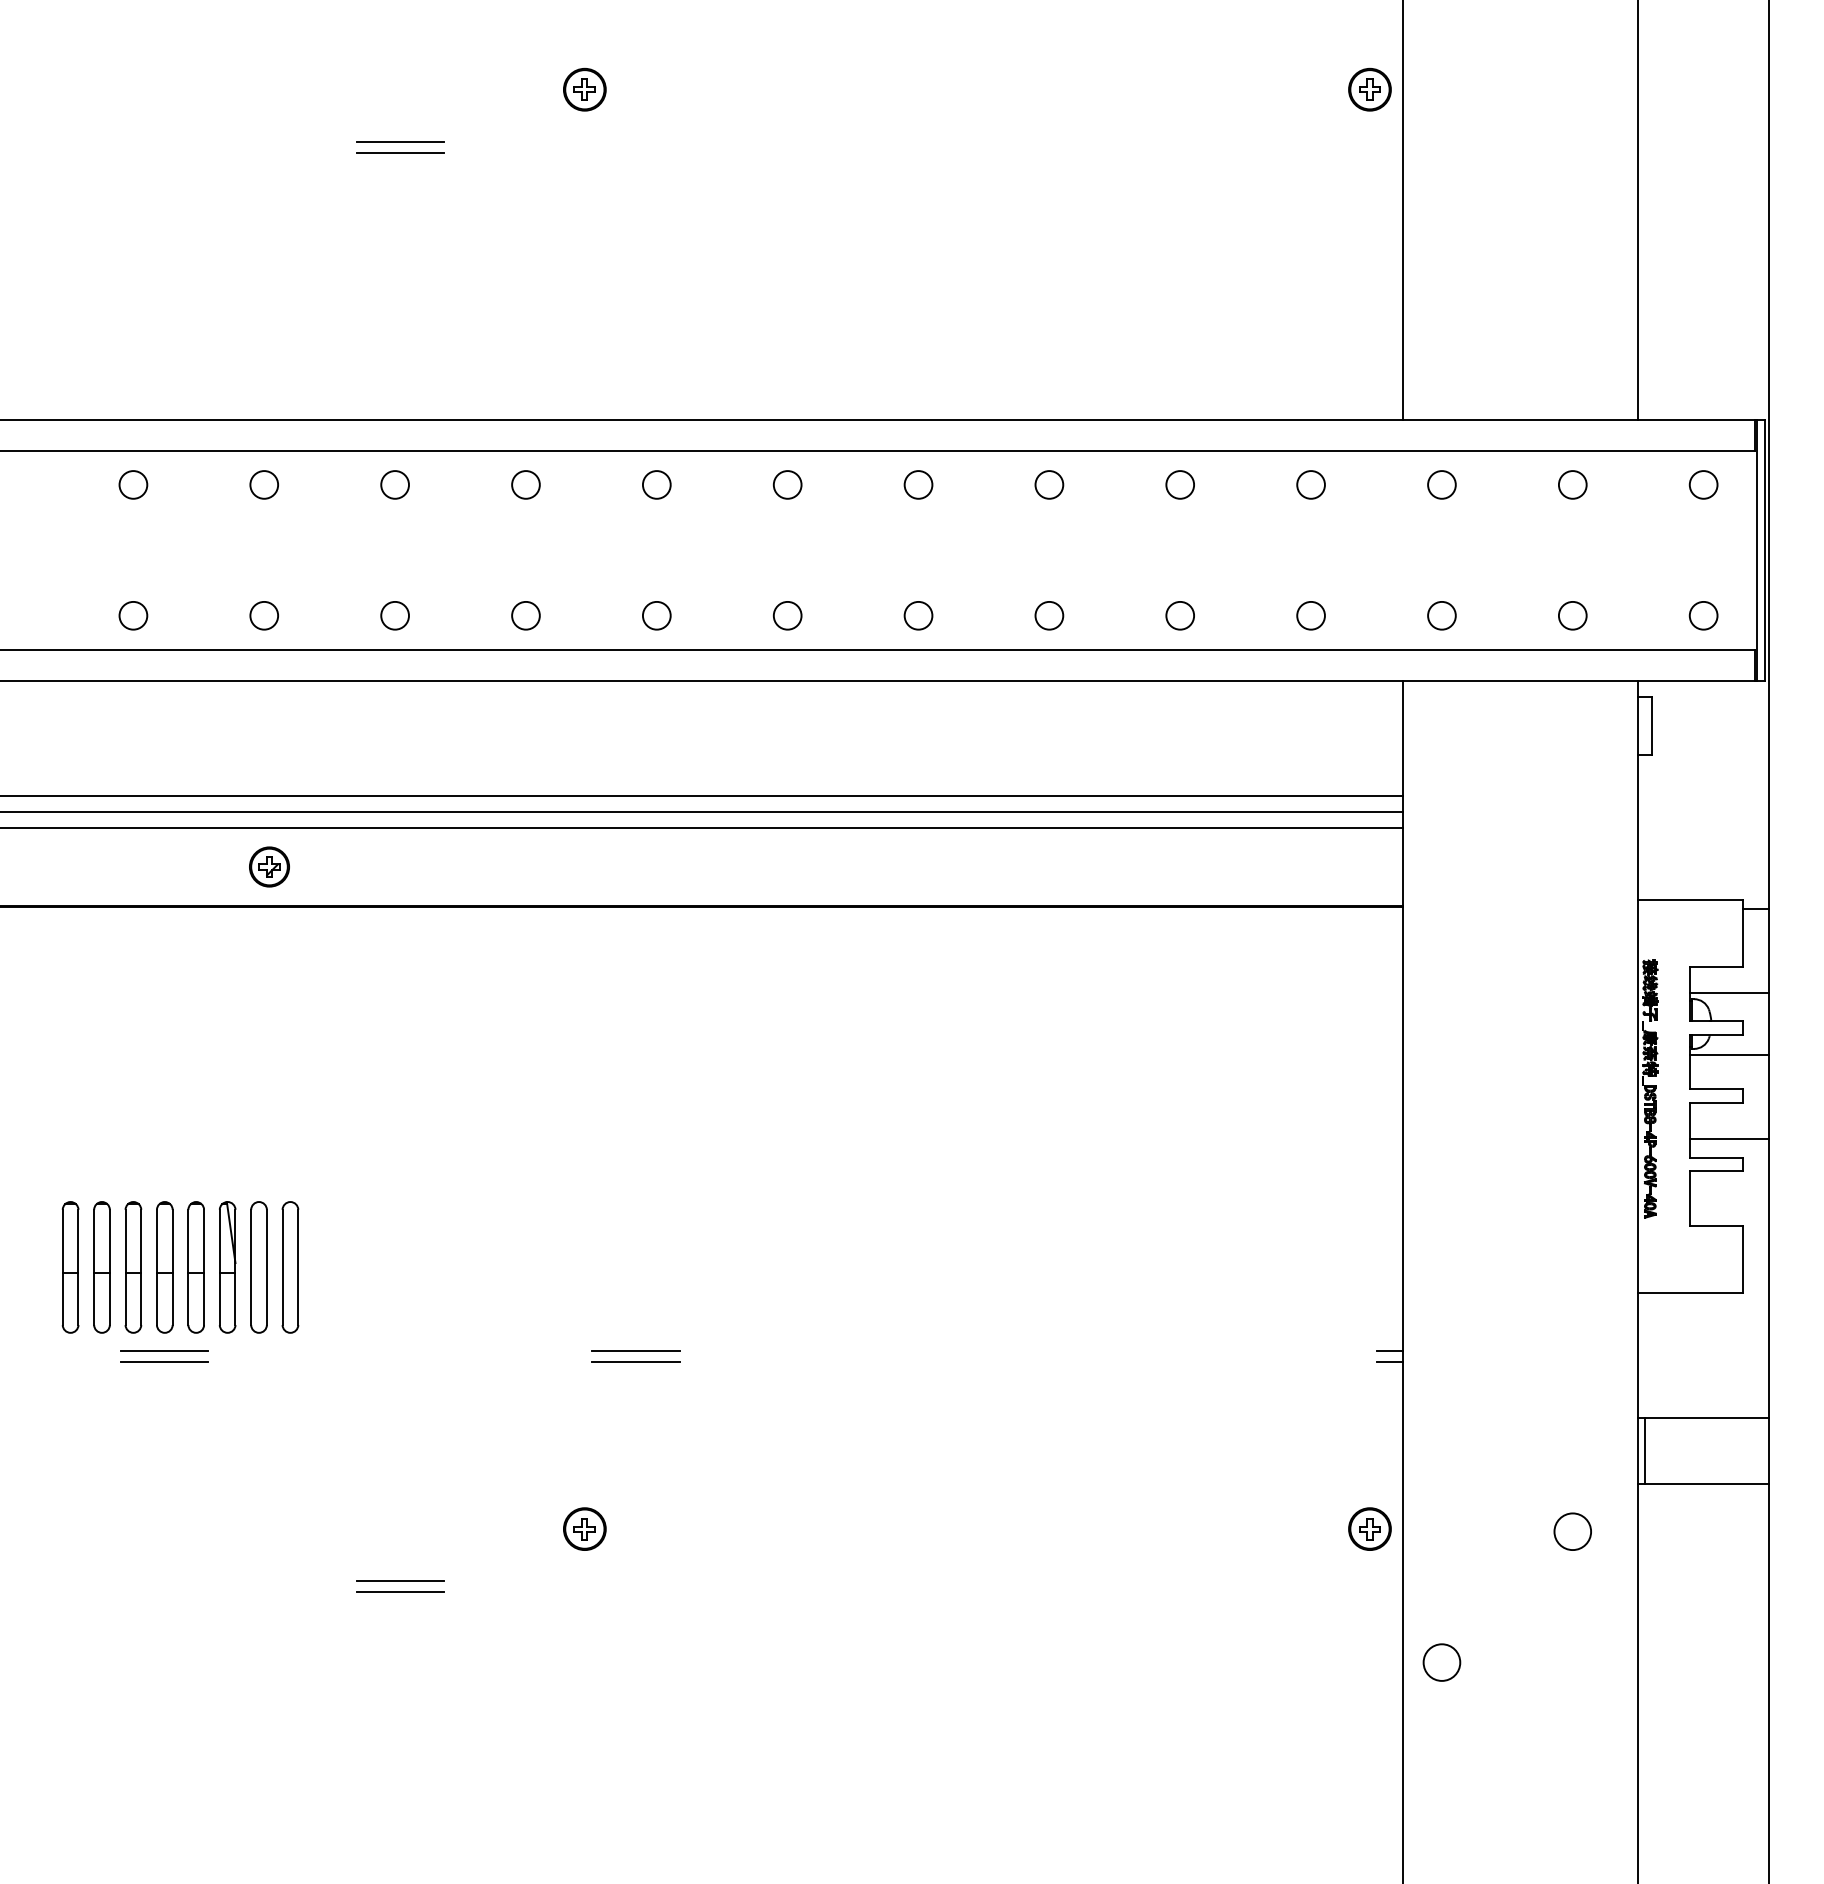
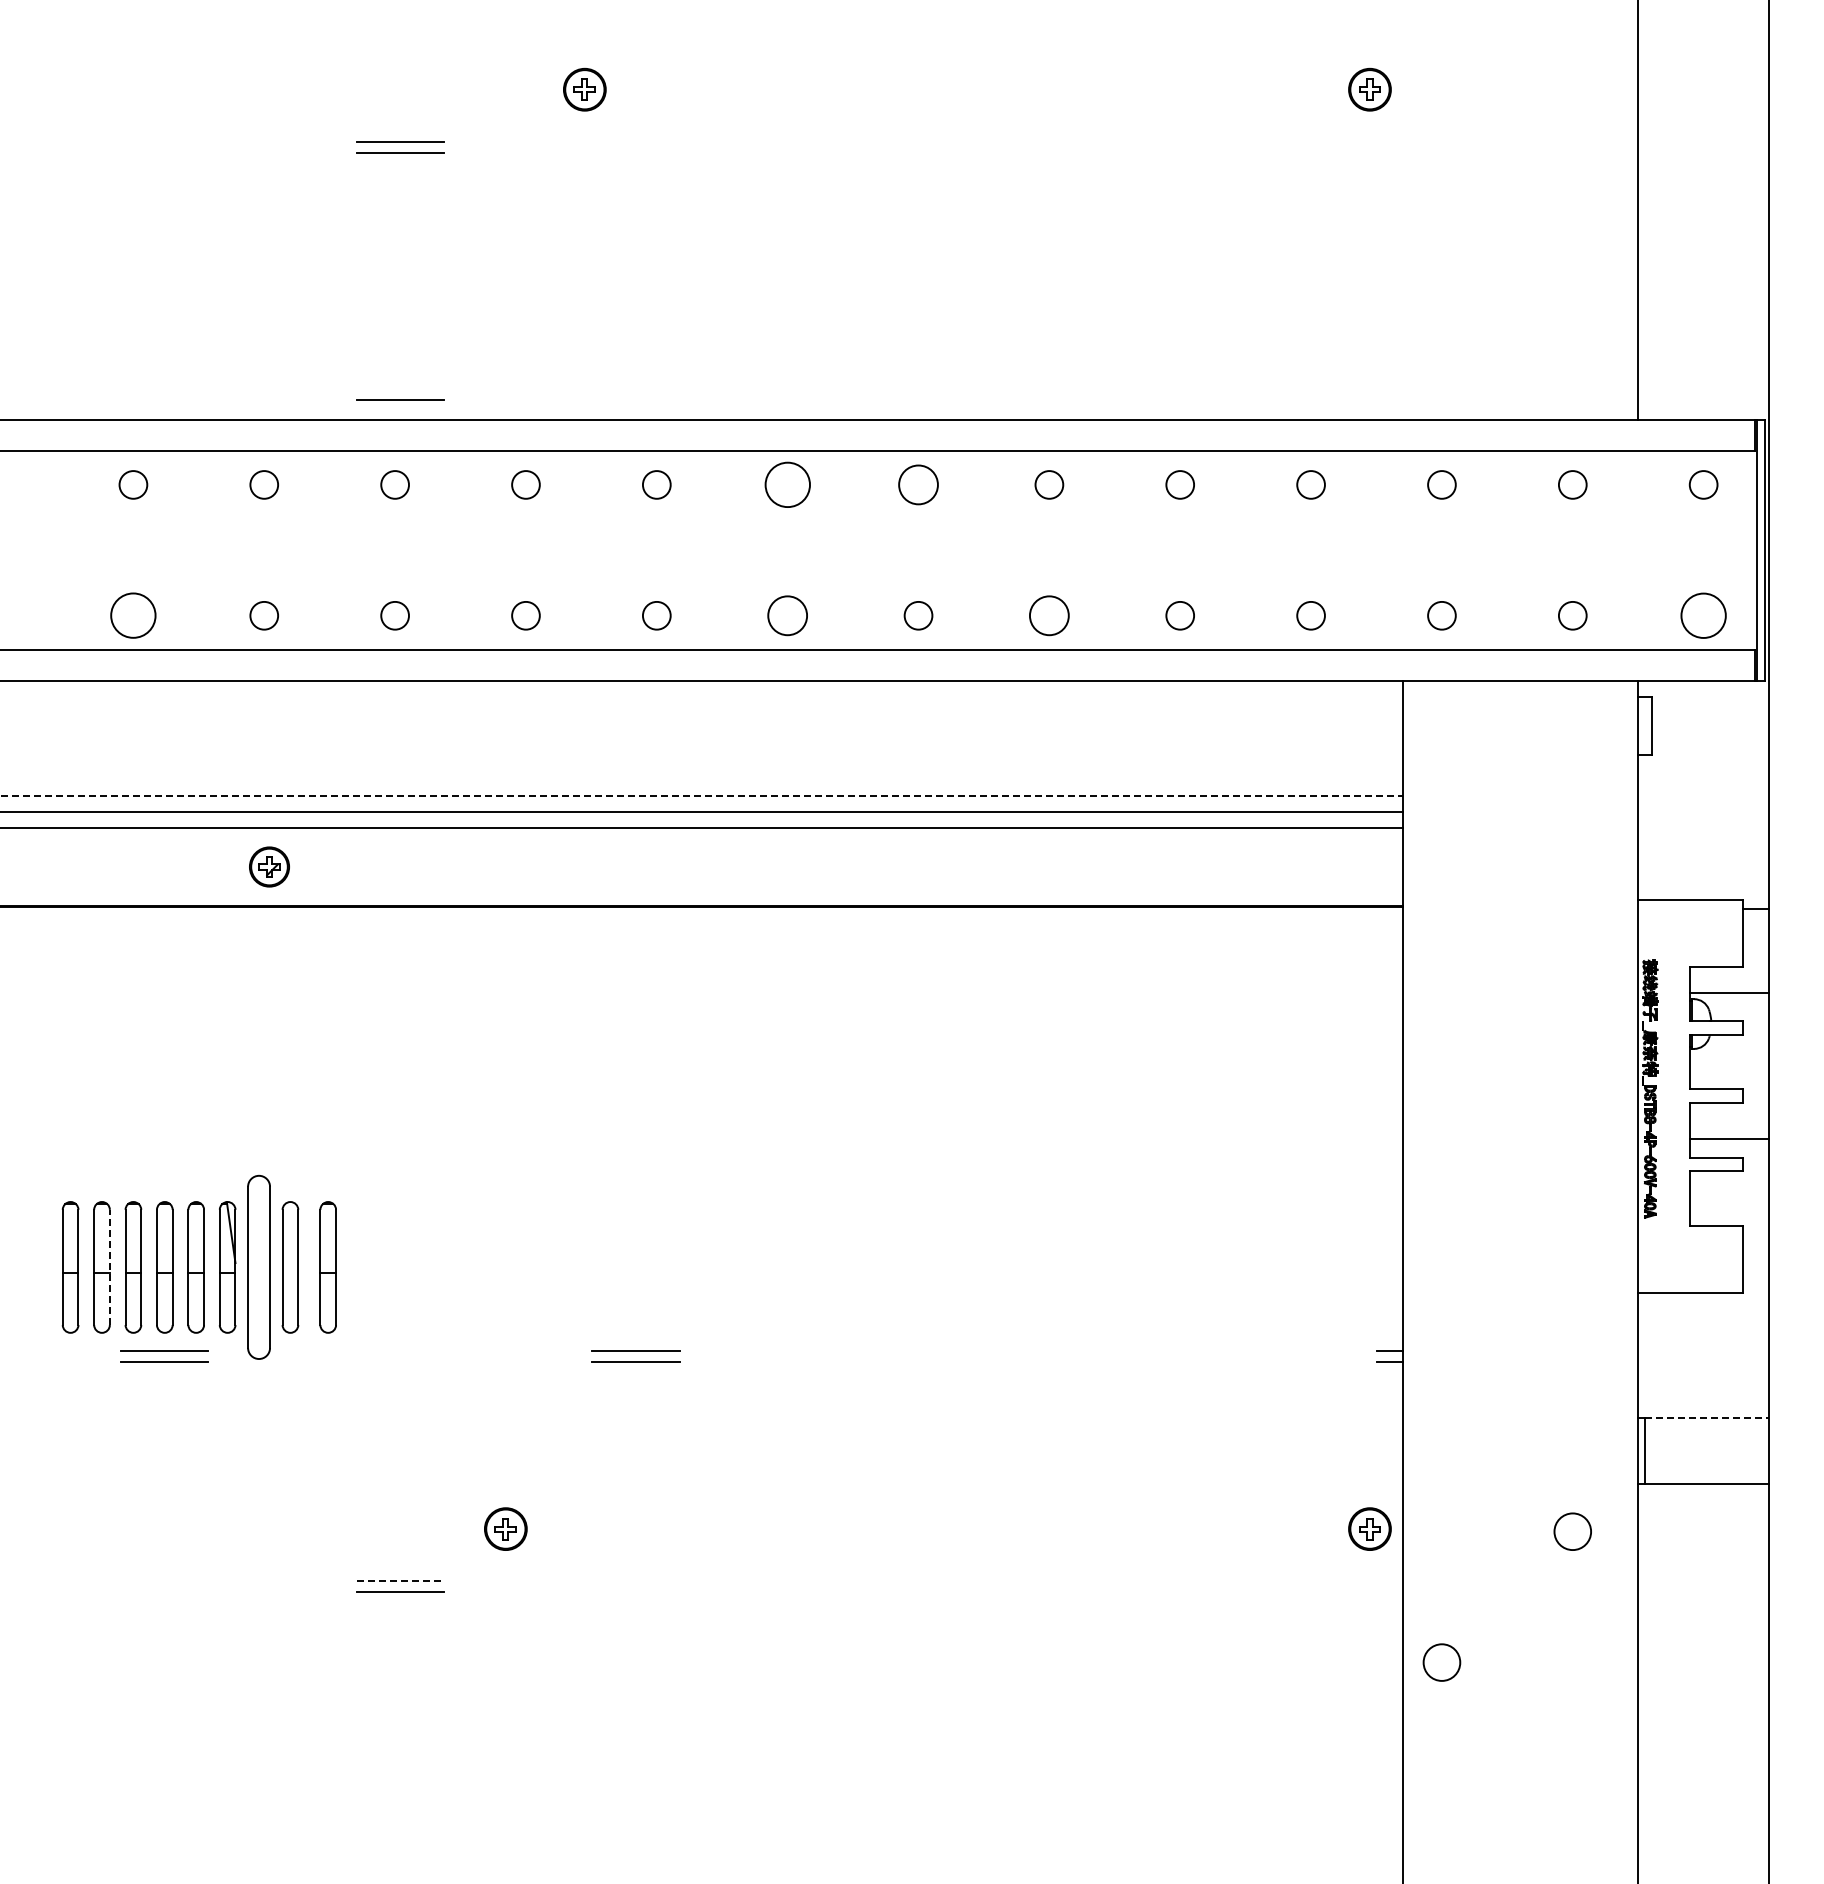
line at (1402, 210): present -> none
line at (400, 399): none -> present
circle at (787, 484) size: 31x30 px -> 47x47 px
circle at (918, 484) diameter: 28 px -> 39 px
circle at (133, 615) size: 31x30 px -> 47x47 px
circle at (787, 615) diameter: 28 px -> 39 px
circle at (1049, 615) diameter: 28 px -> 39 px
circle at (1703, 615) diameter: 28 px -> 44 px
line at (701, 796): solid -> dashed
line at (1729, 1055): present -> none
line at (109, 1267): solid -> dashed
part at (258, 1267) size: 18x133 px -> 24x186 px
part at (327, 1267): none -> present
line at (1707, 1417): solid -> dashed
part at (584, 1528) position: (584, 1528) -> (505, 1528)
line at (400, 1581): solid -> dashed
